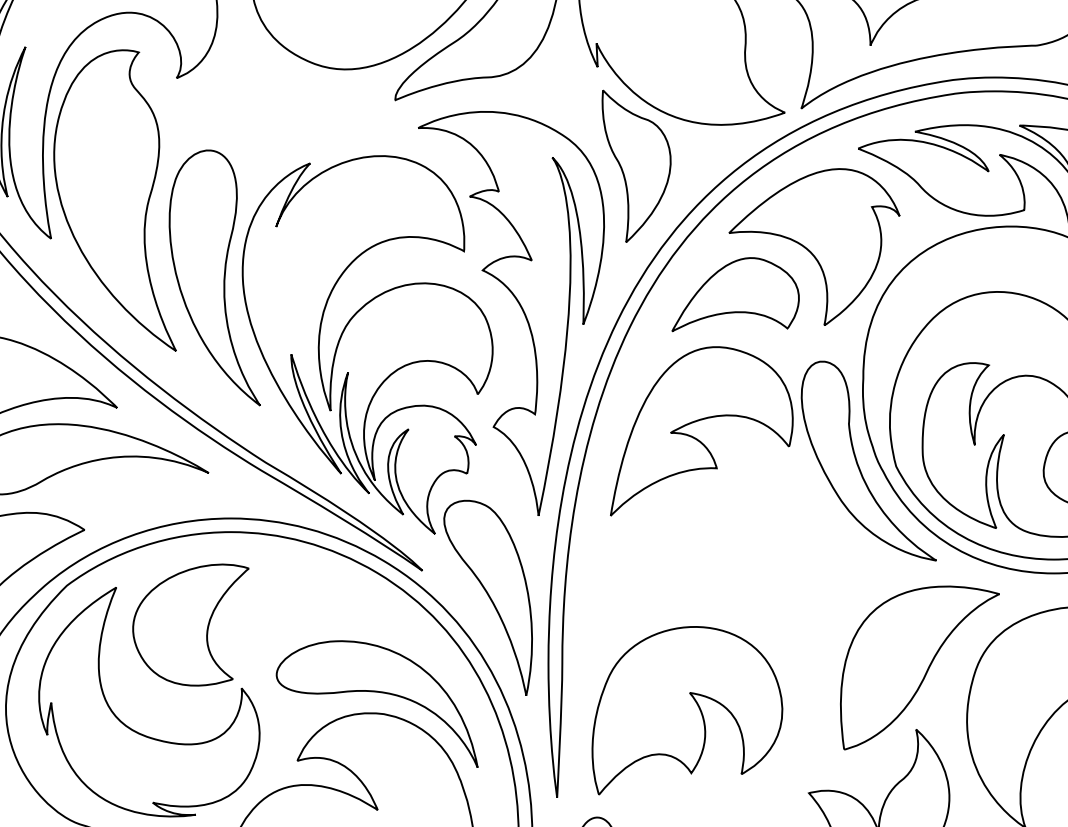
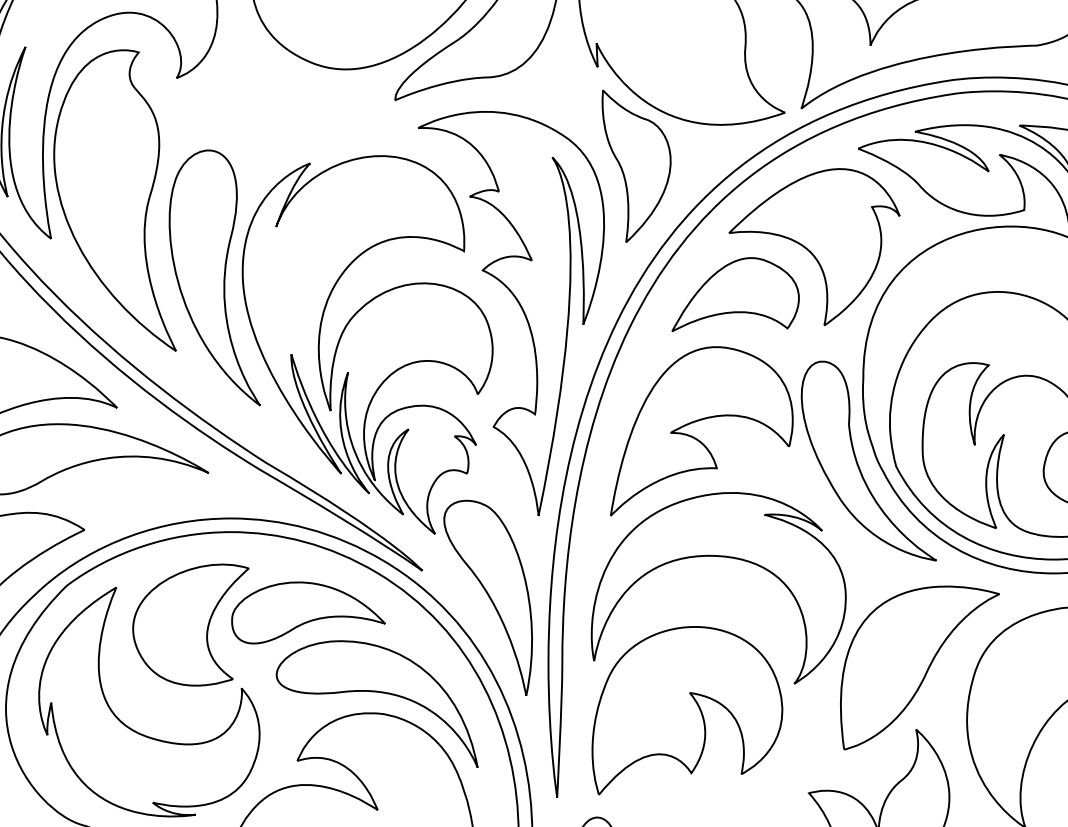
part at (719, 557): none -> present
part at (308, 612): none -> present
